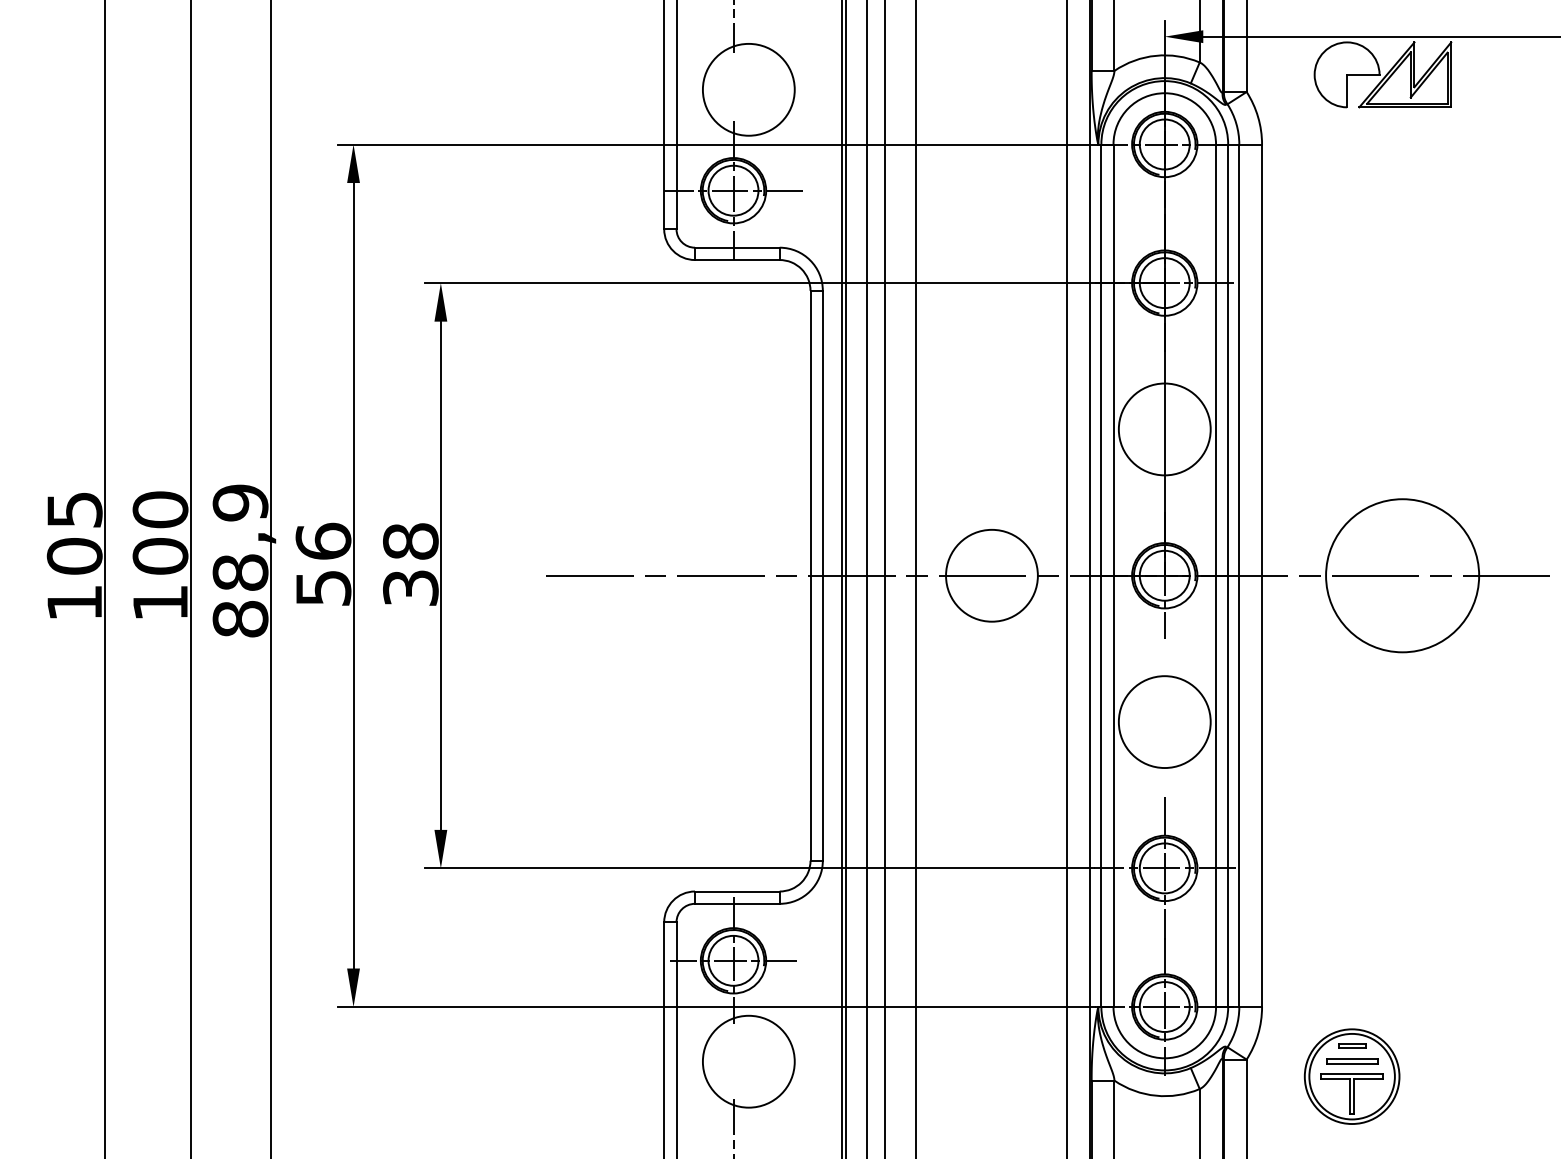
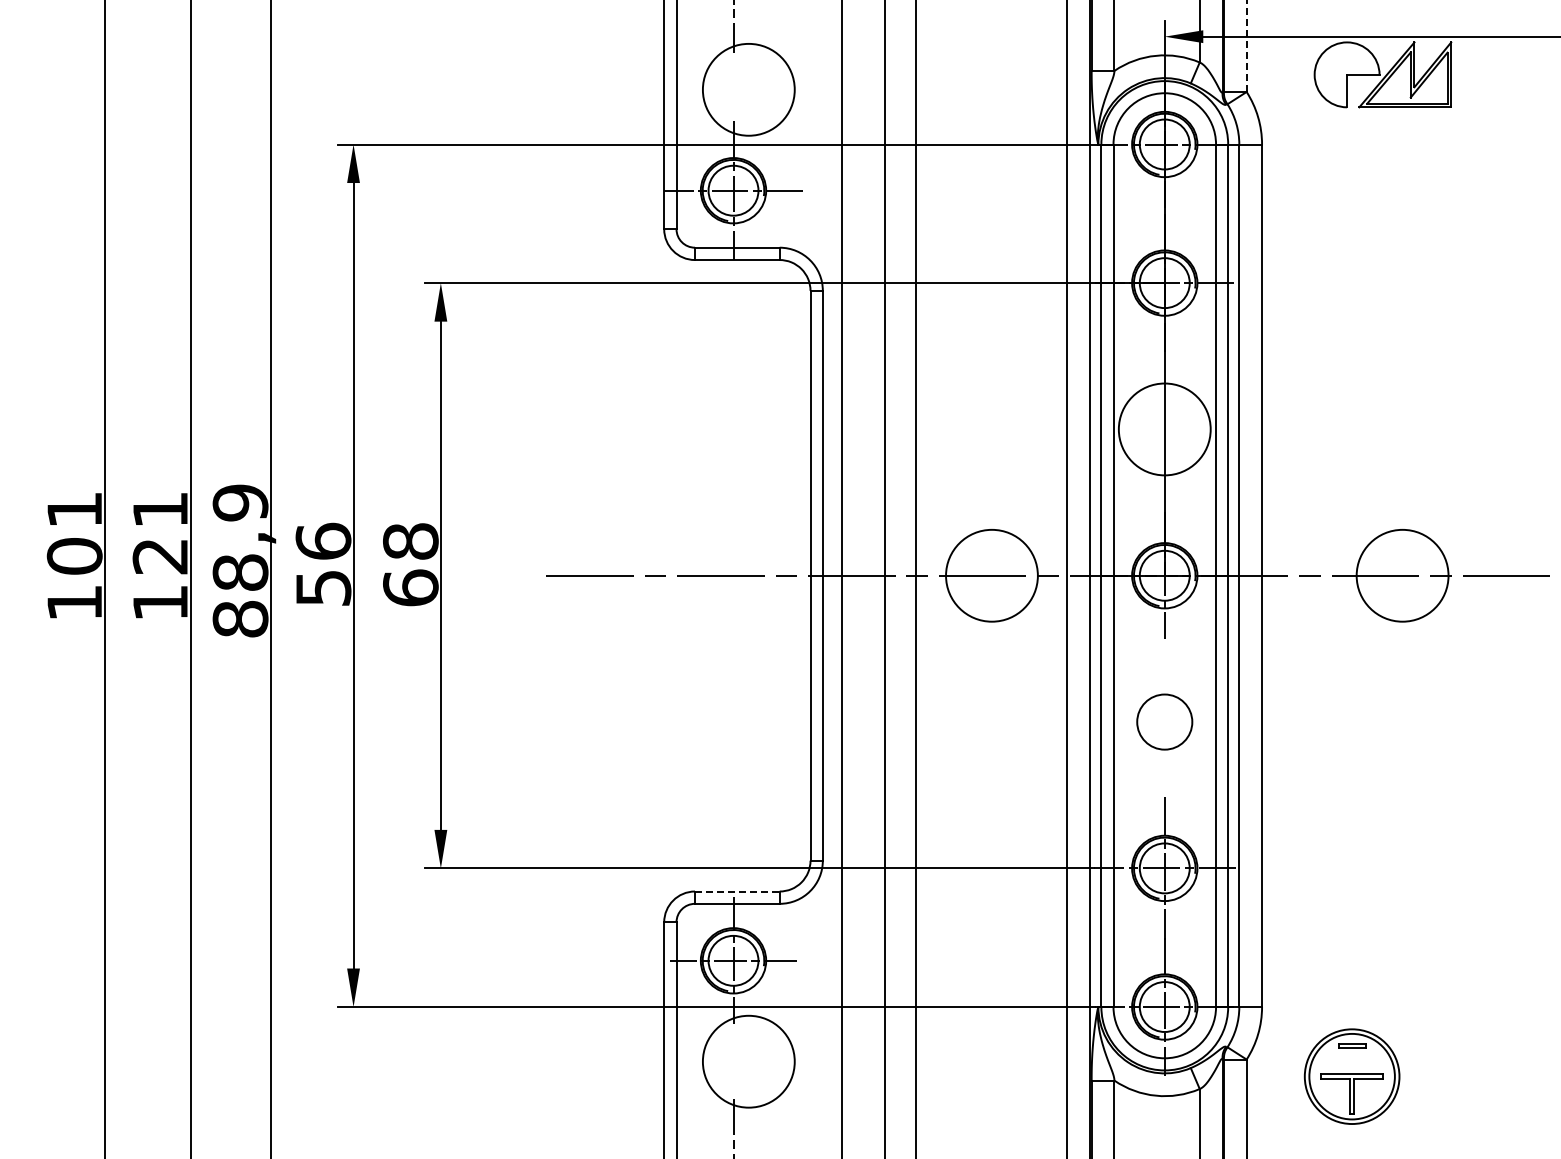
line at (1246, 46): solid -> dashed
text at (74, 509): 105 -> 101
text at (160, 532): 100 -> 121
circle at (1402, 575) diameter: 153 px -> 92 px
line at (845, 578): present -> none
line at (867, 578): present -> none
text at (410, 587): 38 -> 68
circle at (1164, 722) diameter: 92 px -> 55 px
line at (737, 891): solid -> dashed
part at (1352, 1061): present -> none
